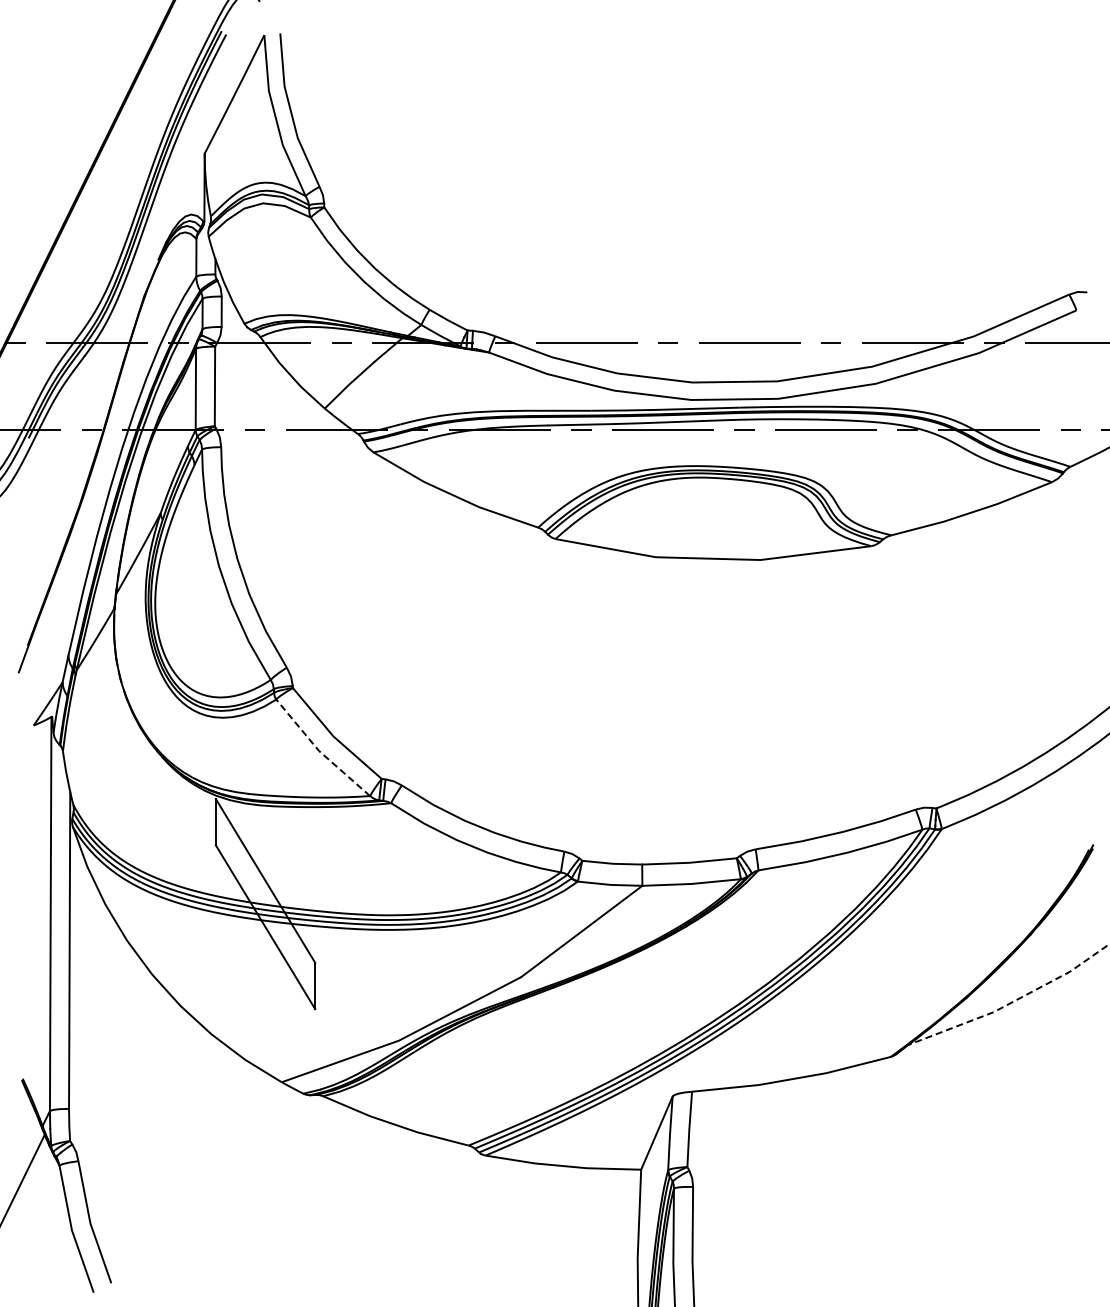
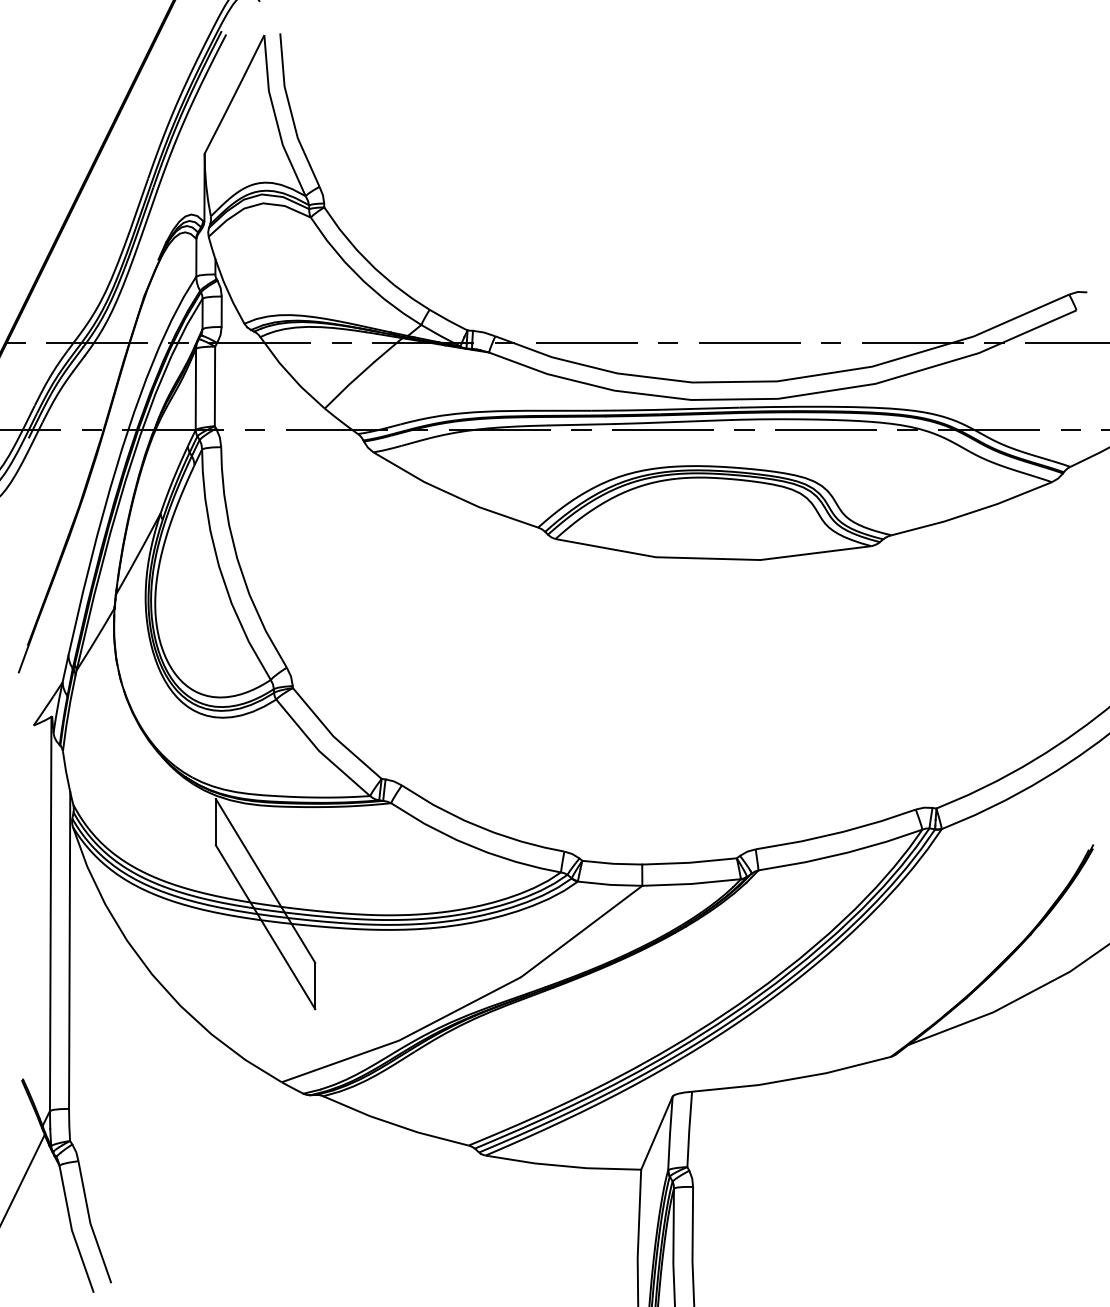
line at (319, 751): dashed -> solid
line at (1012, 1002): dashed -> solid
